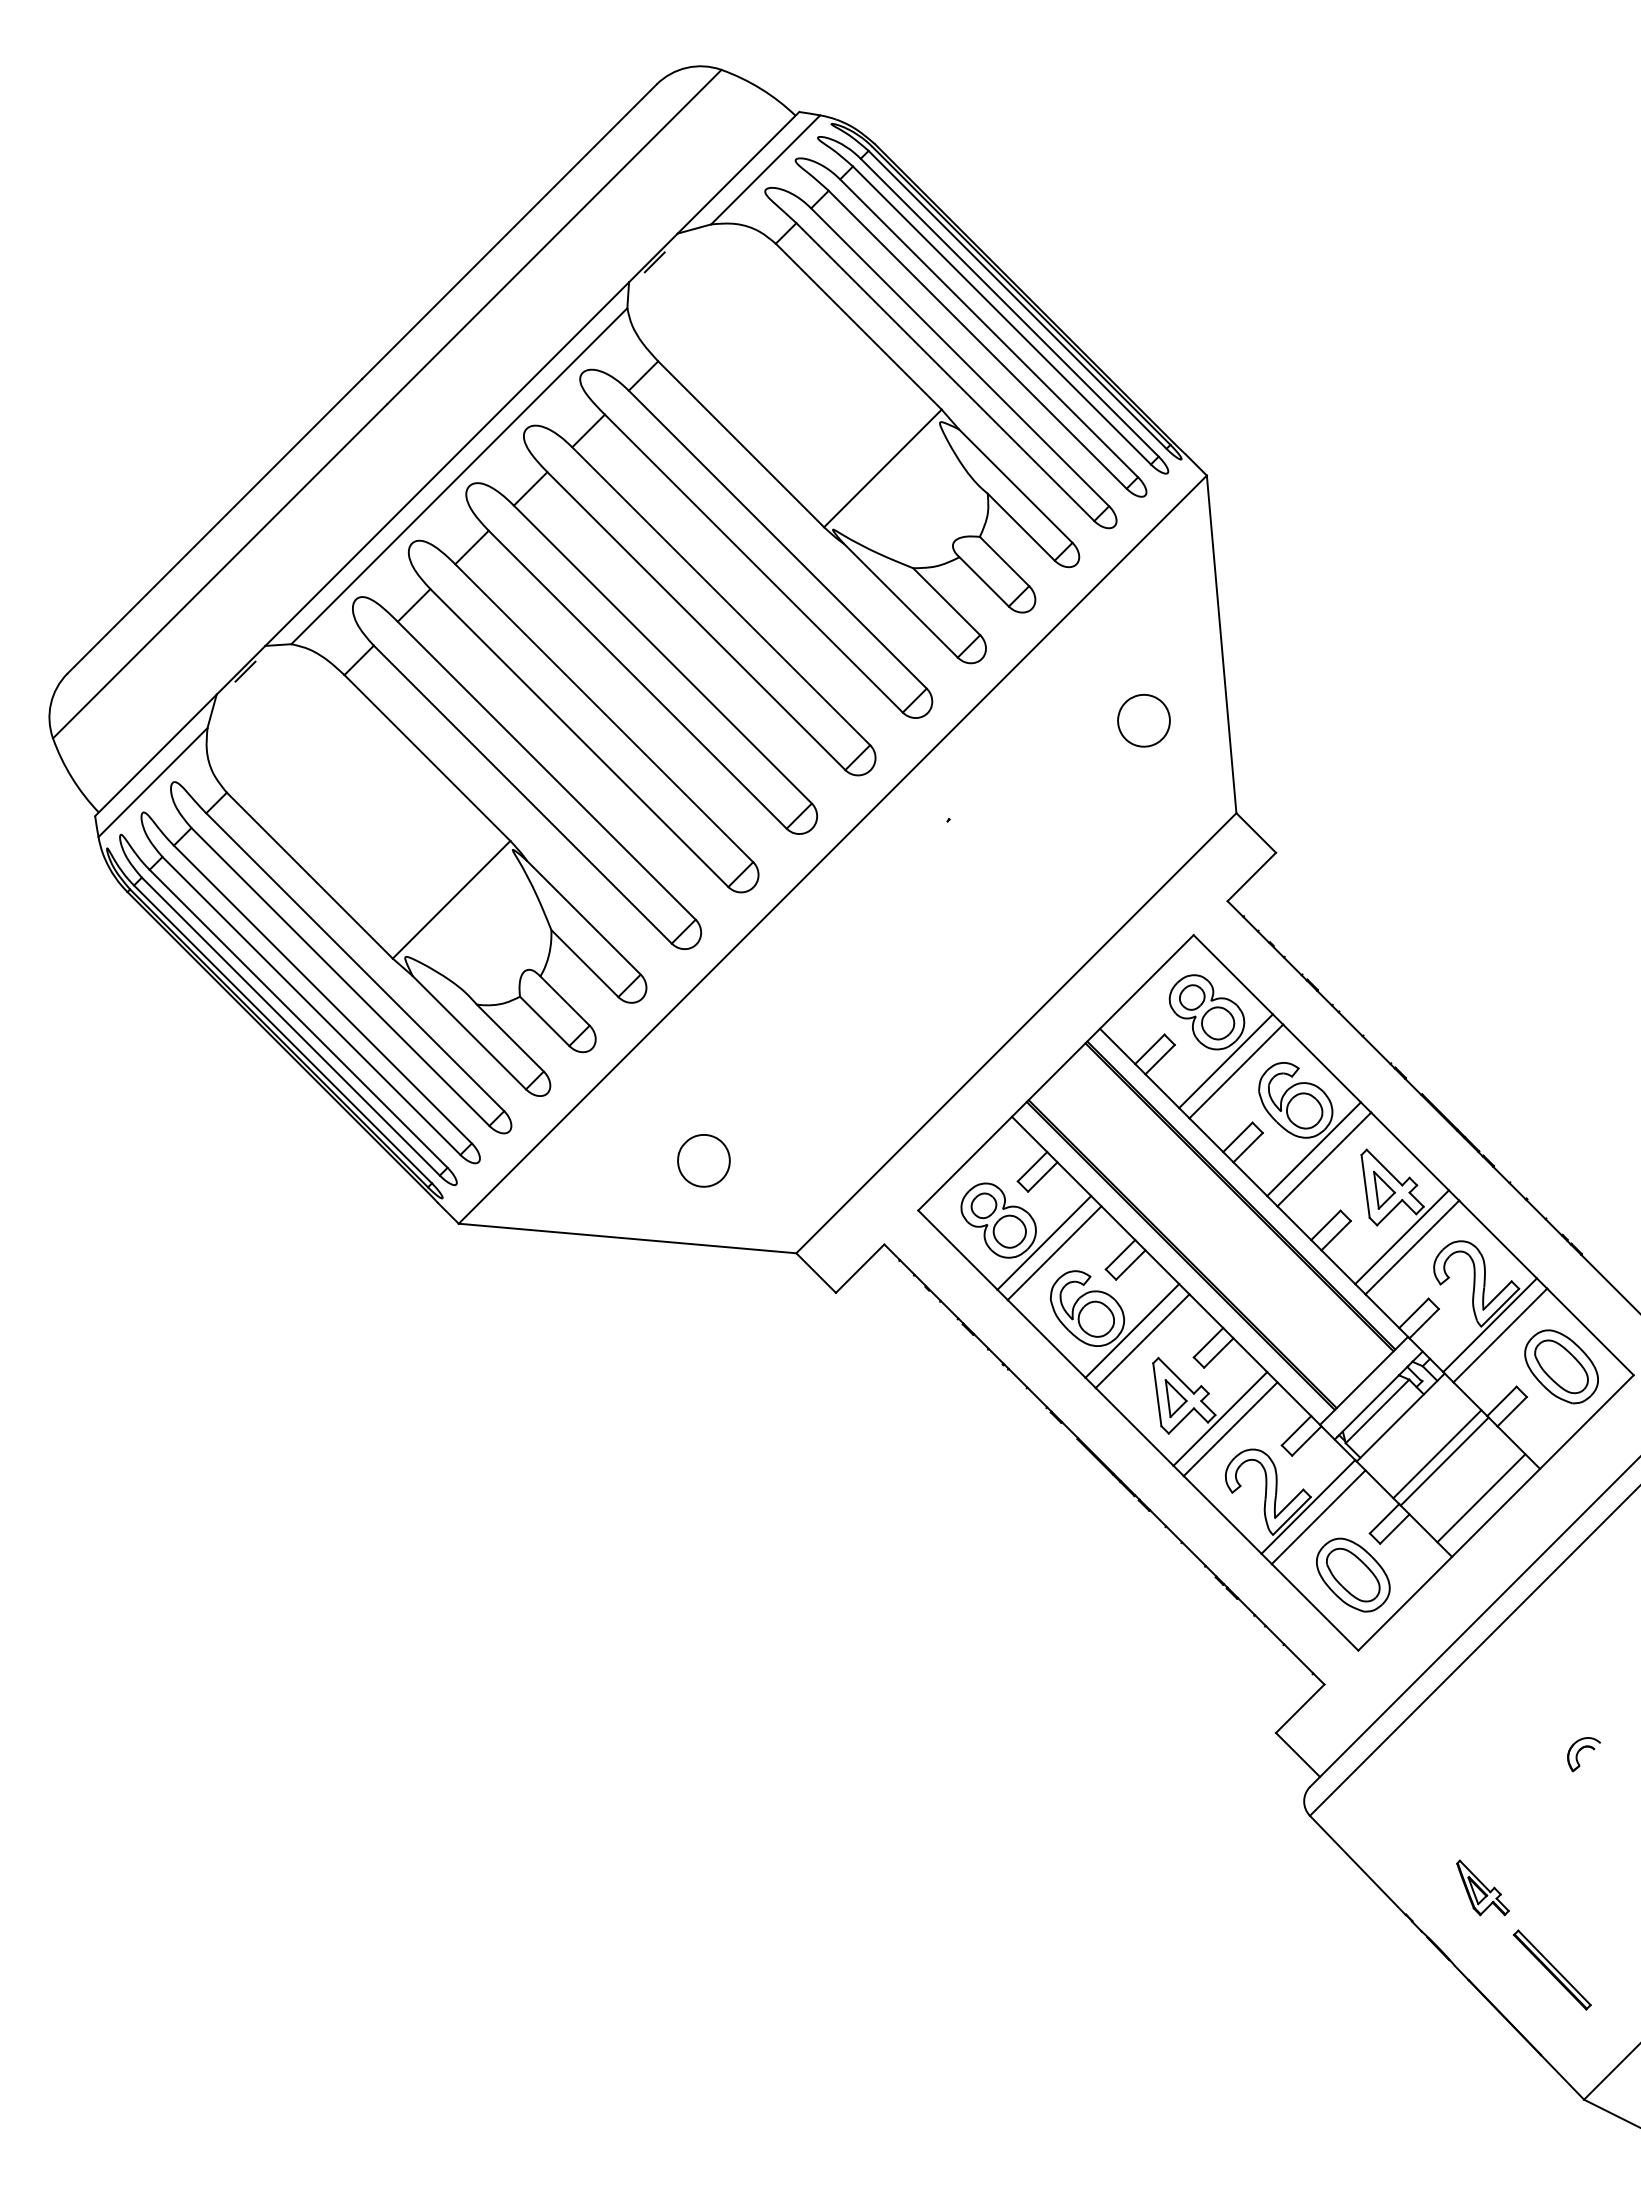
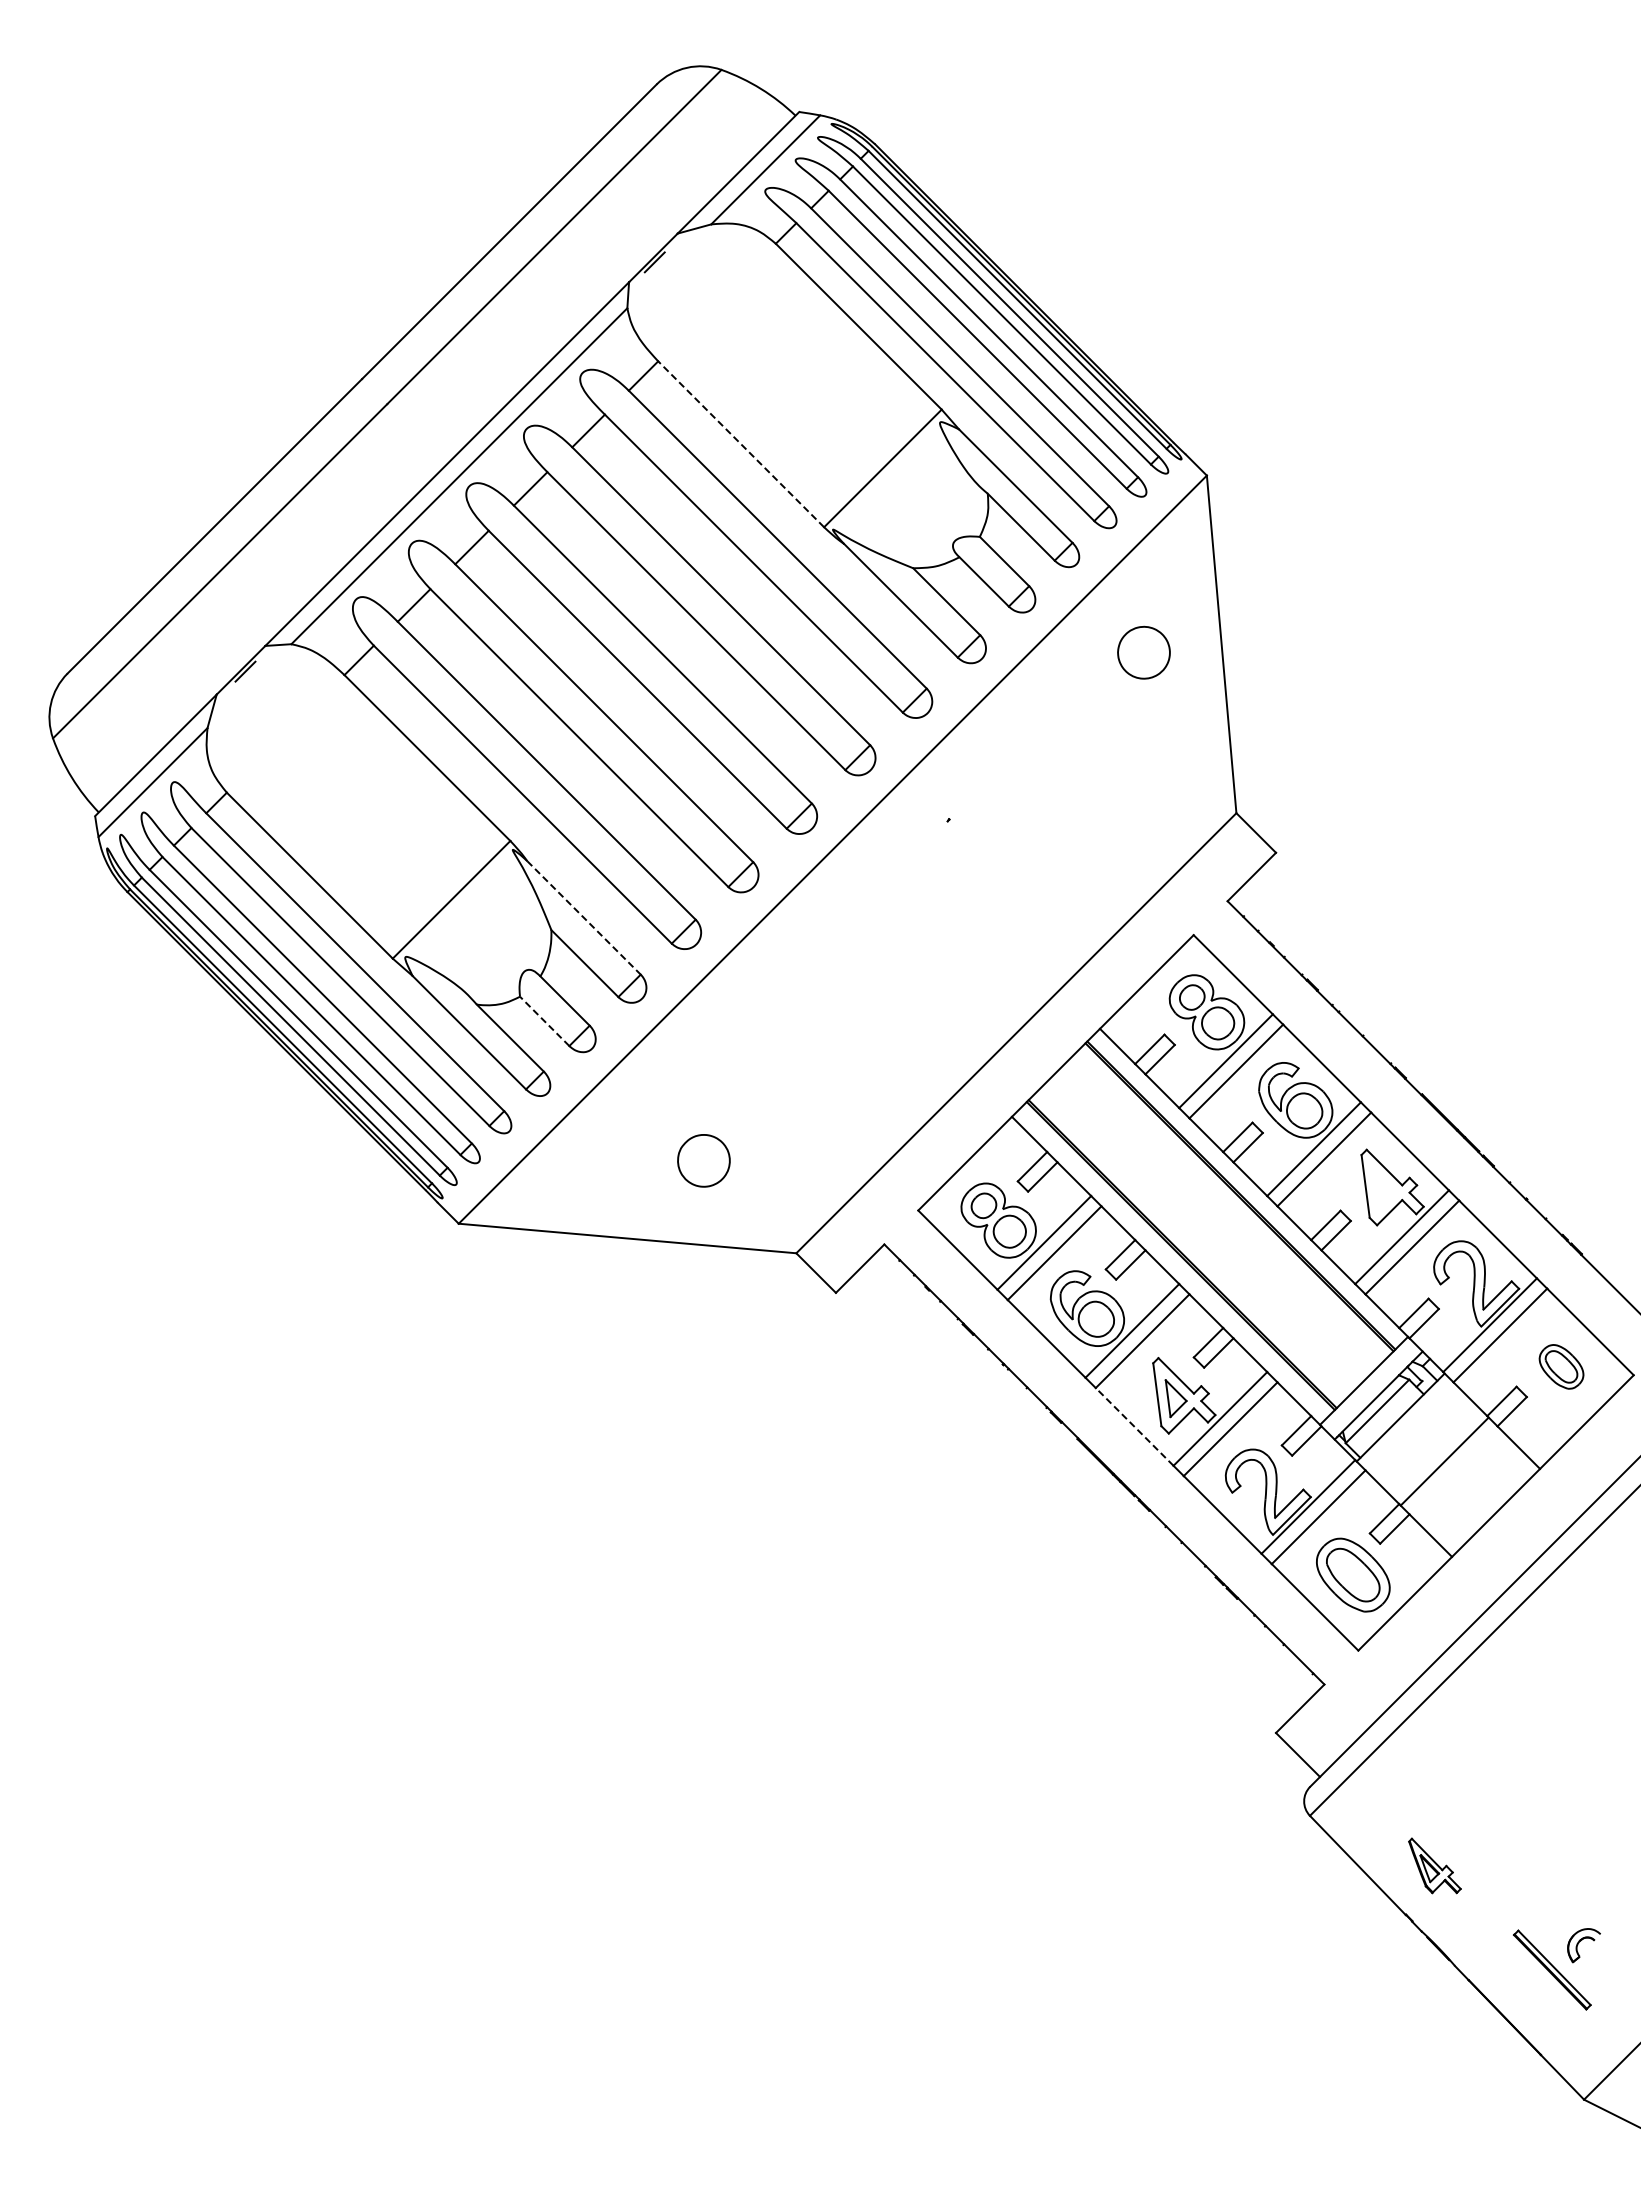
line at (740, 443): solid -> dashed
part at (1143, 720) position: (1143, 720) -> (1143, 652)
line at (584, 918): solid -> dashed
line at (544, 1021): solid -> dashed
part at (1384, 1189): present -> none
part at (1561, 1366) size: 75x76 px -> 47x46 px
line at (1134, 1426): solid -> dashed
line at (1437, 1454): present -> none
line at (1481, 1498): present -> none
part at (1583, 1754) position: (1583, 1754) -> (1583, 1945)
part at (1482, 1887) position: (1482, 1887) -> (1434, 1865)
